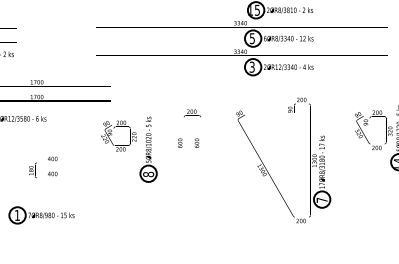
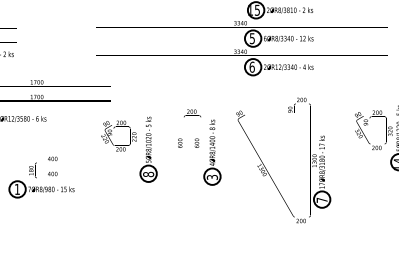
text at (251, 66): 3 -> 6
part at (212, 152): none -> present
part at (41, 215) position: (41, 215) -> (41, 189)
